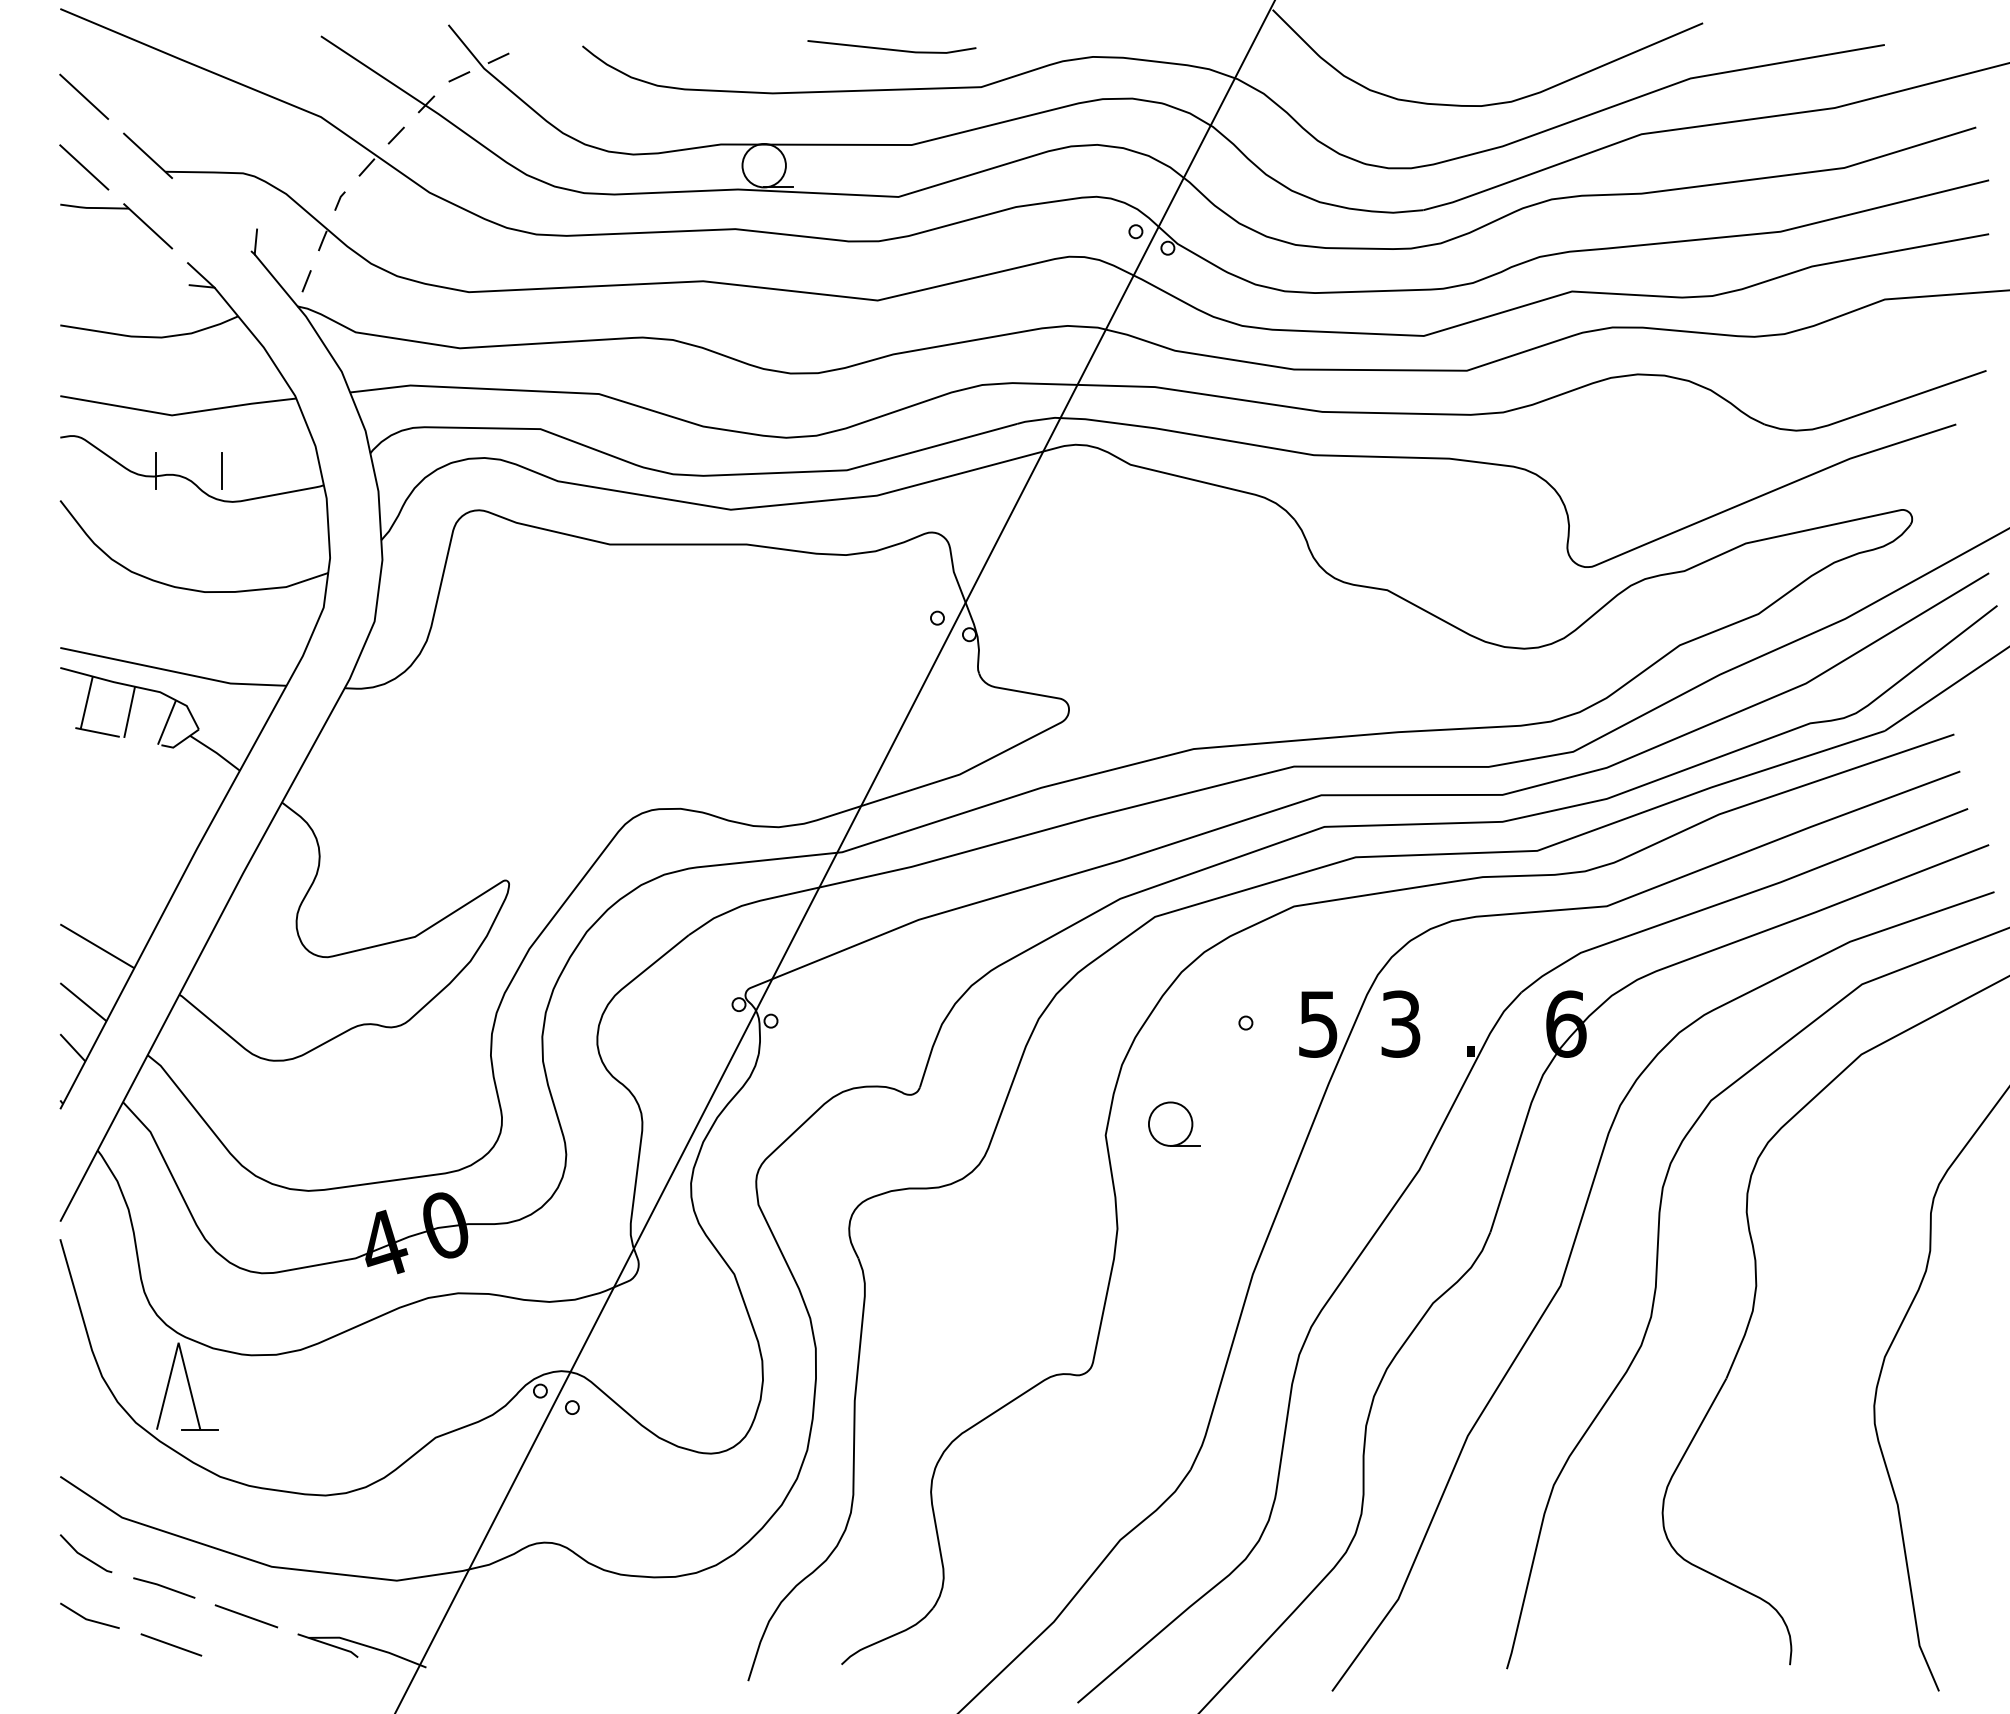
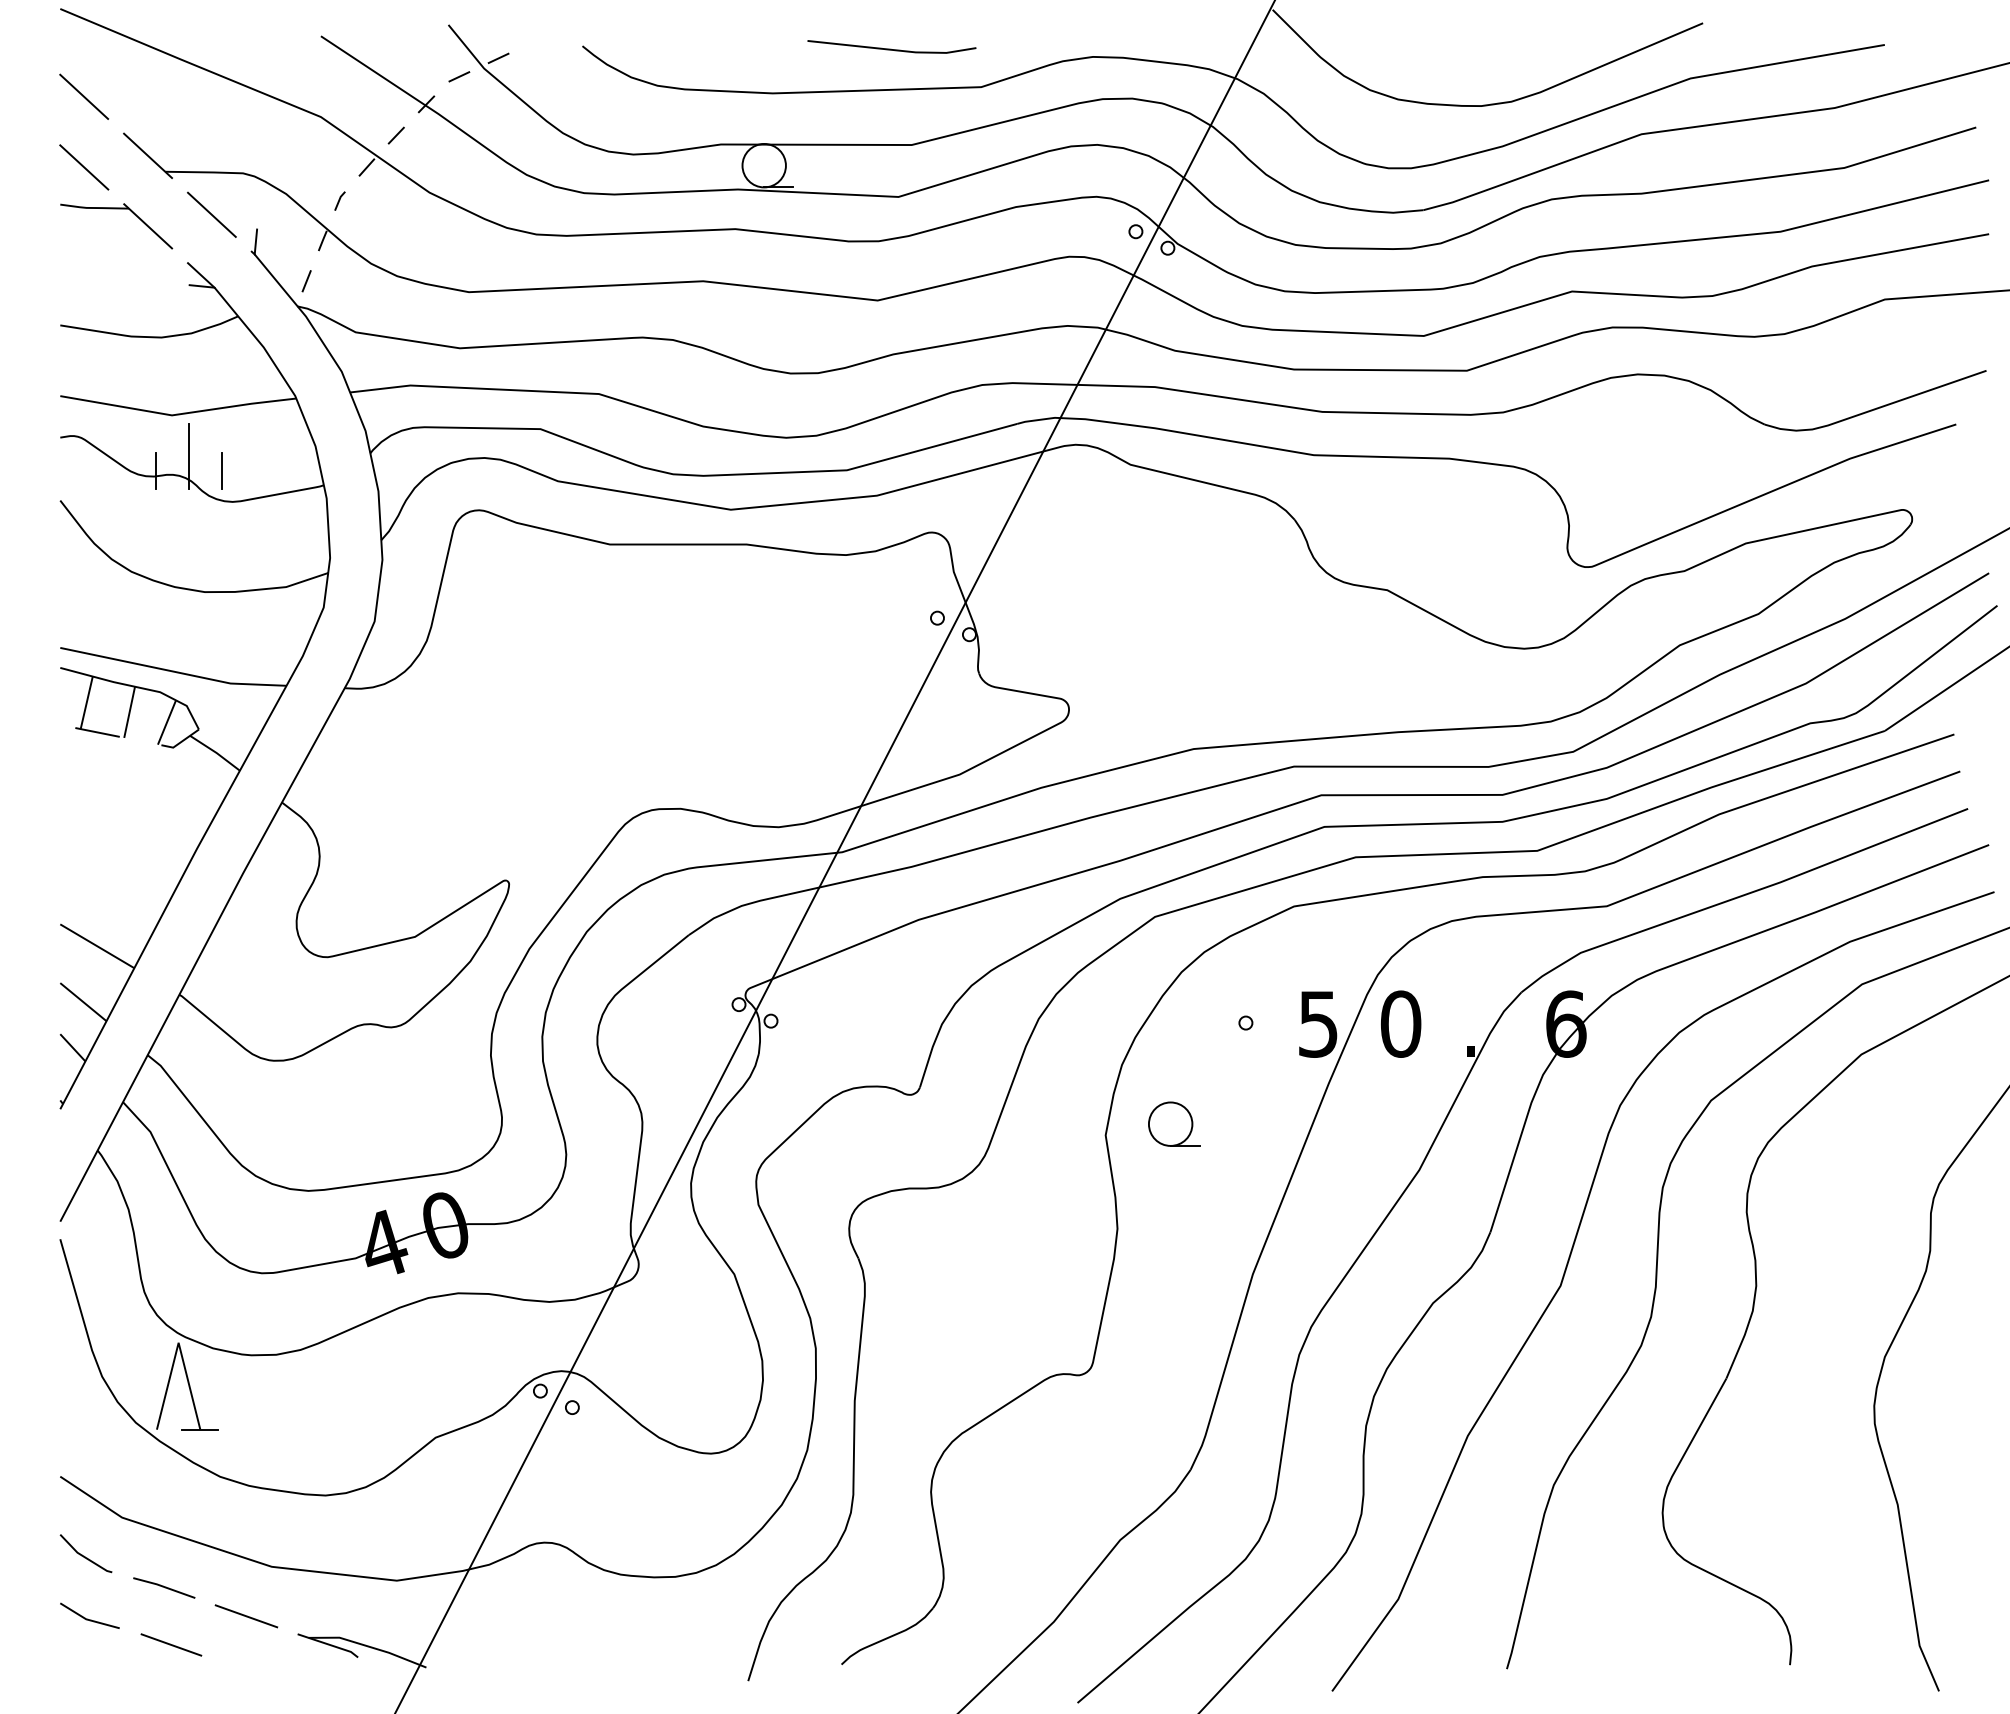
line at (211, 214): none -> present
line at (188, 456): none -> present
text at (1400, 1023): 3 -> 0
